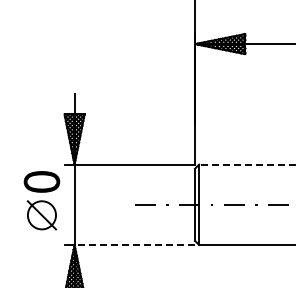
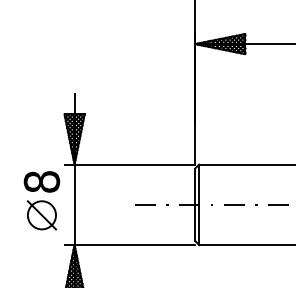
line at (247, 164): dashed -> solid
text at (41, 181): 0 -> 8
line at (134, 244): dashed -> solid
